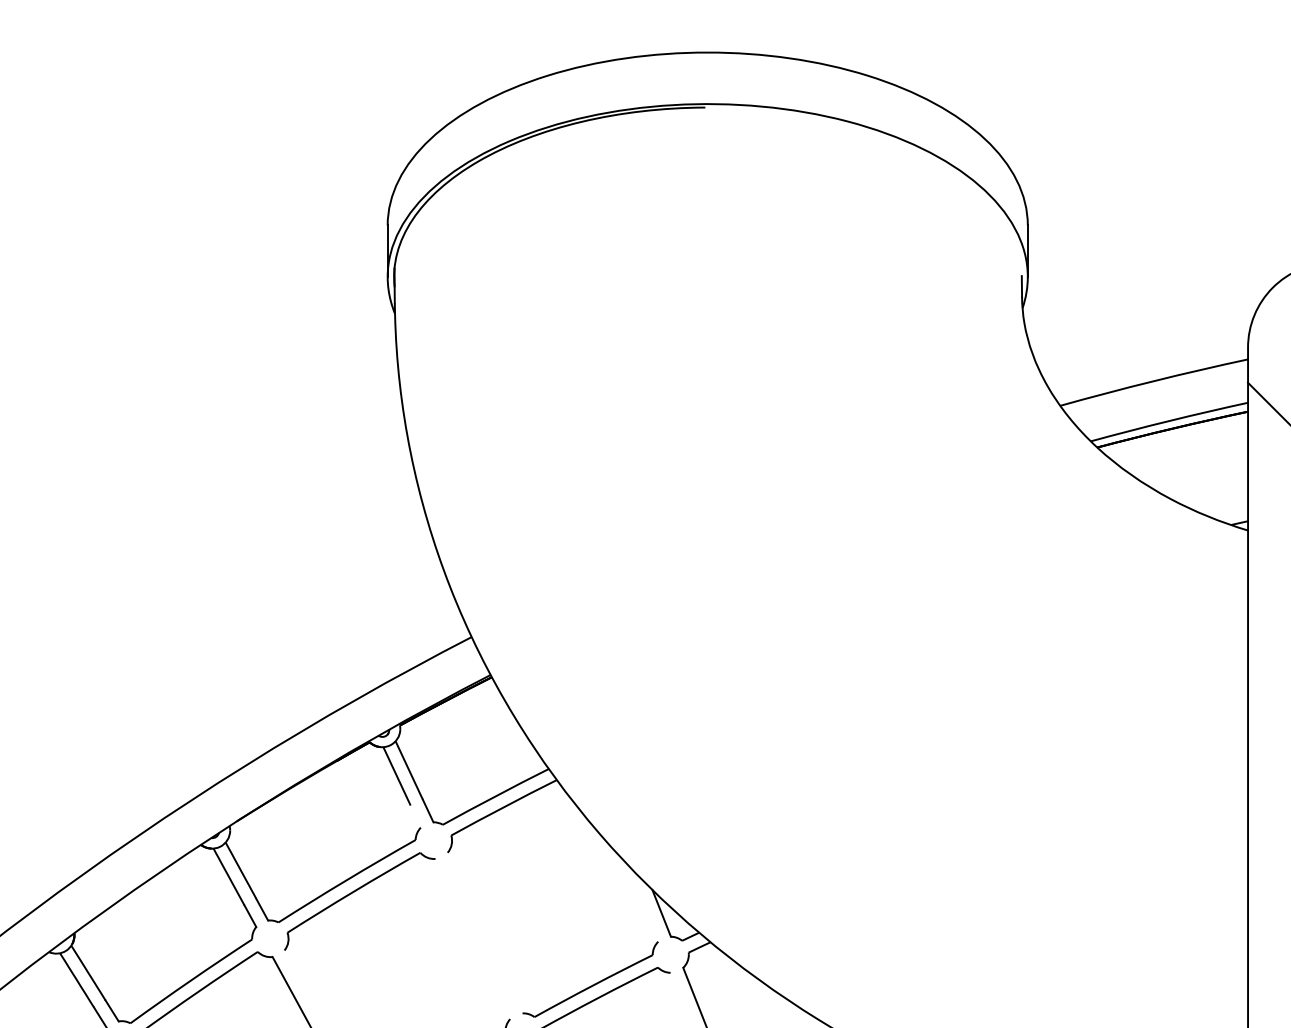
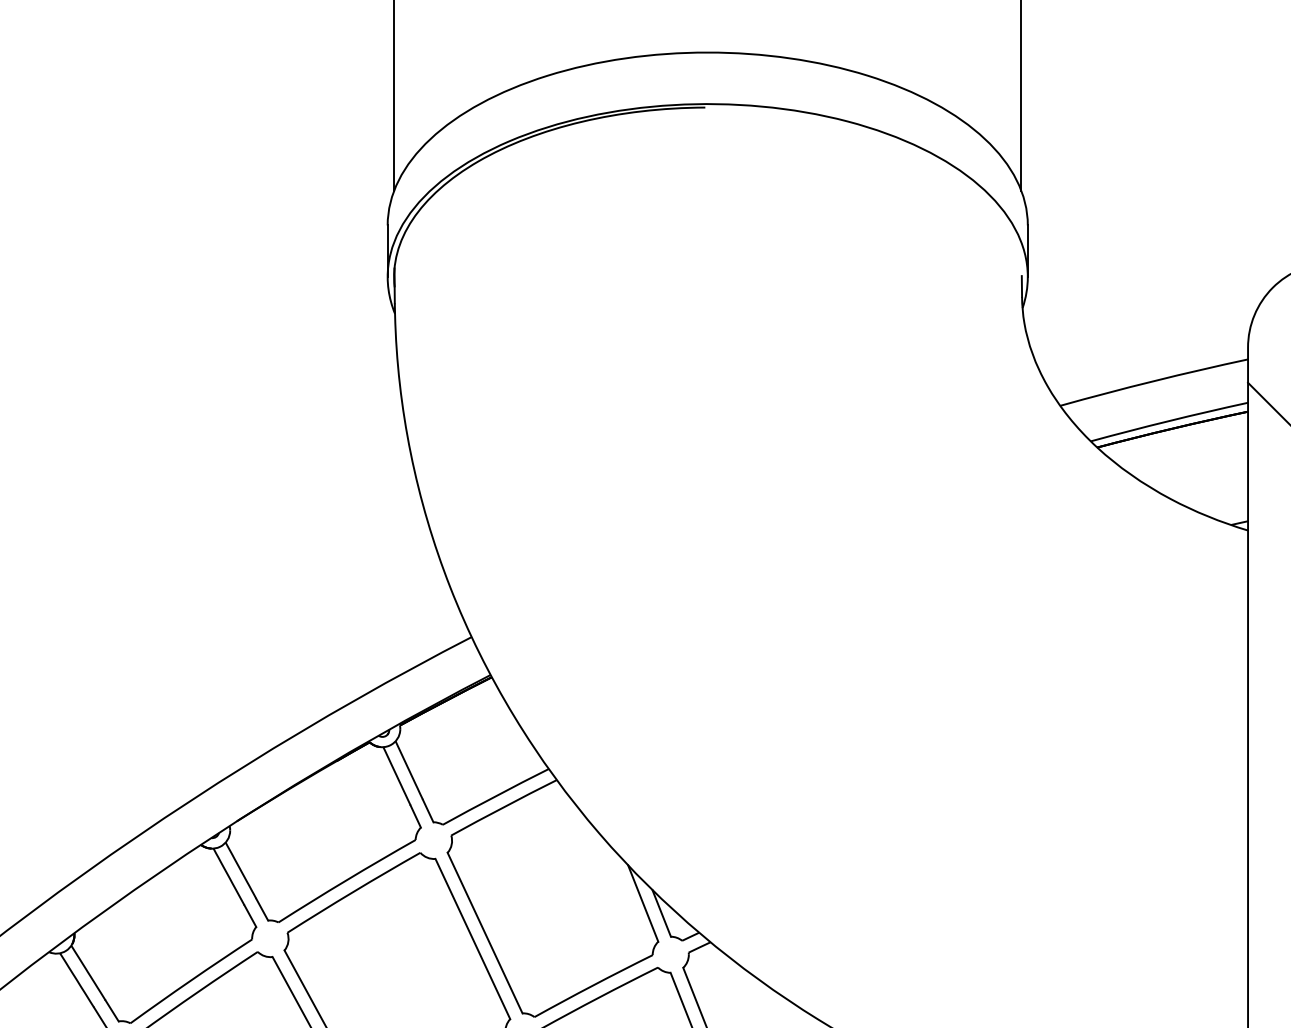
line at (394, 96): none -> present
line at (1021, 96): none -> present
line at (415, 816): none -> present
line at (643, 903): none -> present
line at (484, 932): none -> present
line at (472, 938): none -> present
line at (304, 987): none -> present
line at (680, 998): none -> present
